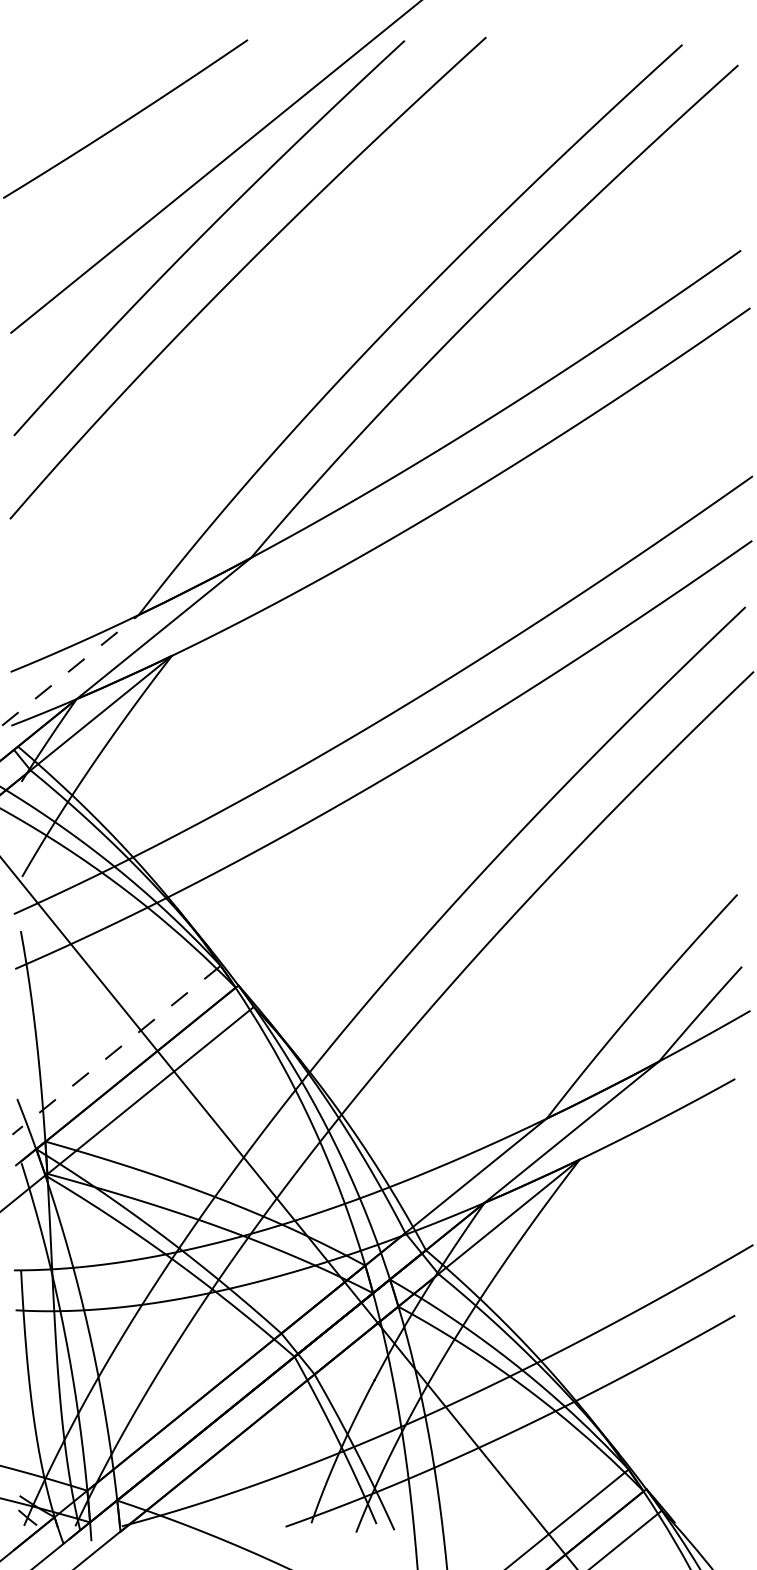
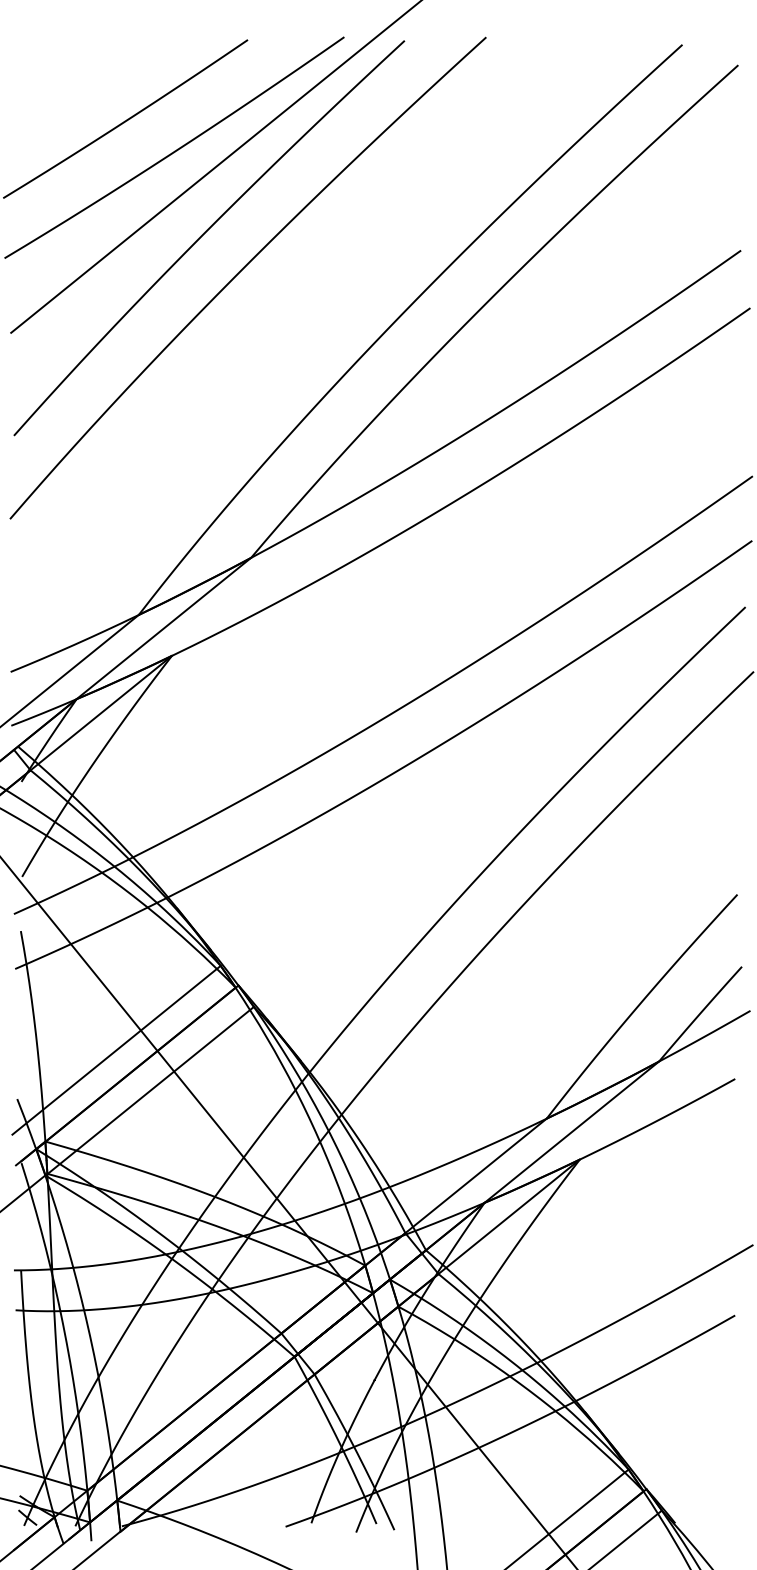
curve at (176, 149): none -> present
line at (69, 670): dashed -> solid
line at (116, 1050): dashed -> solid
